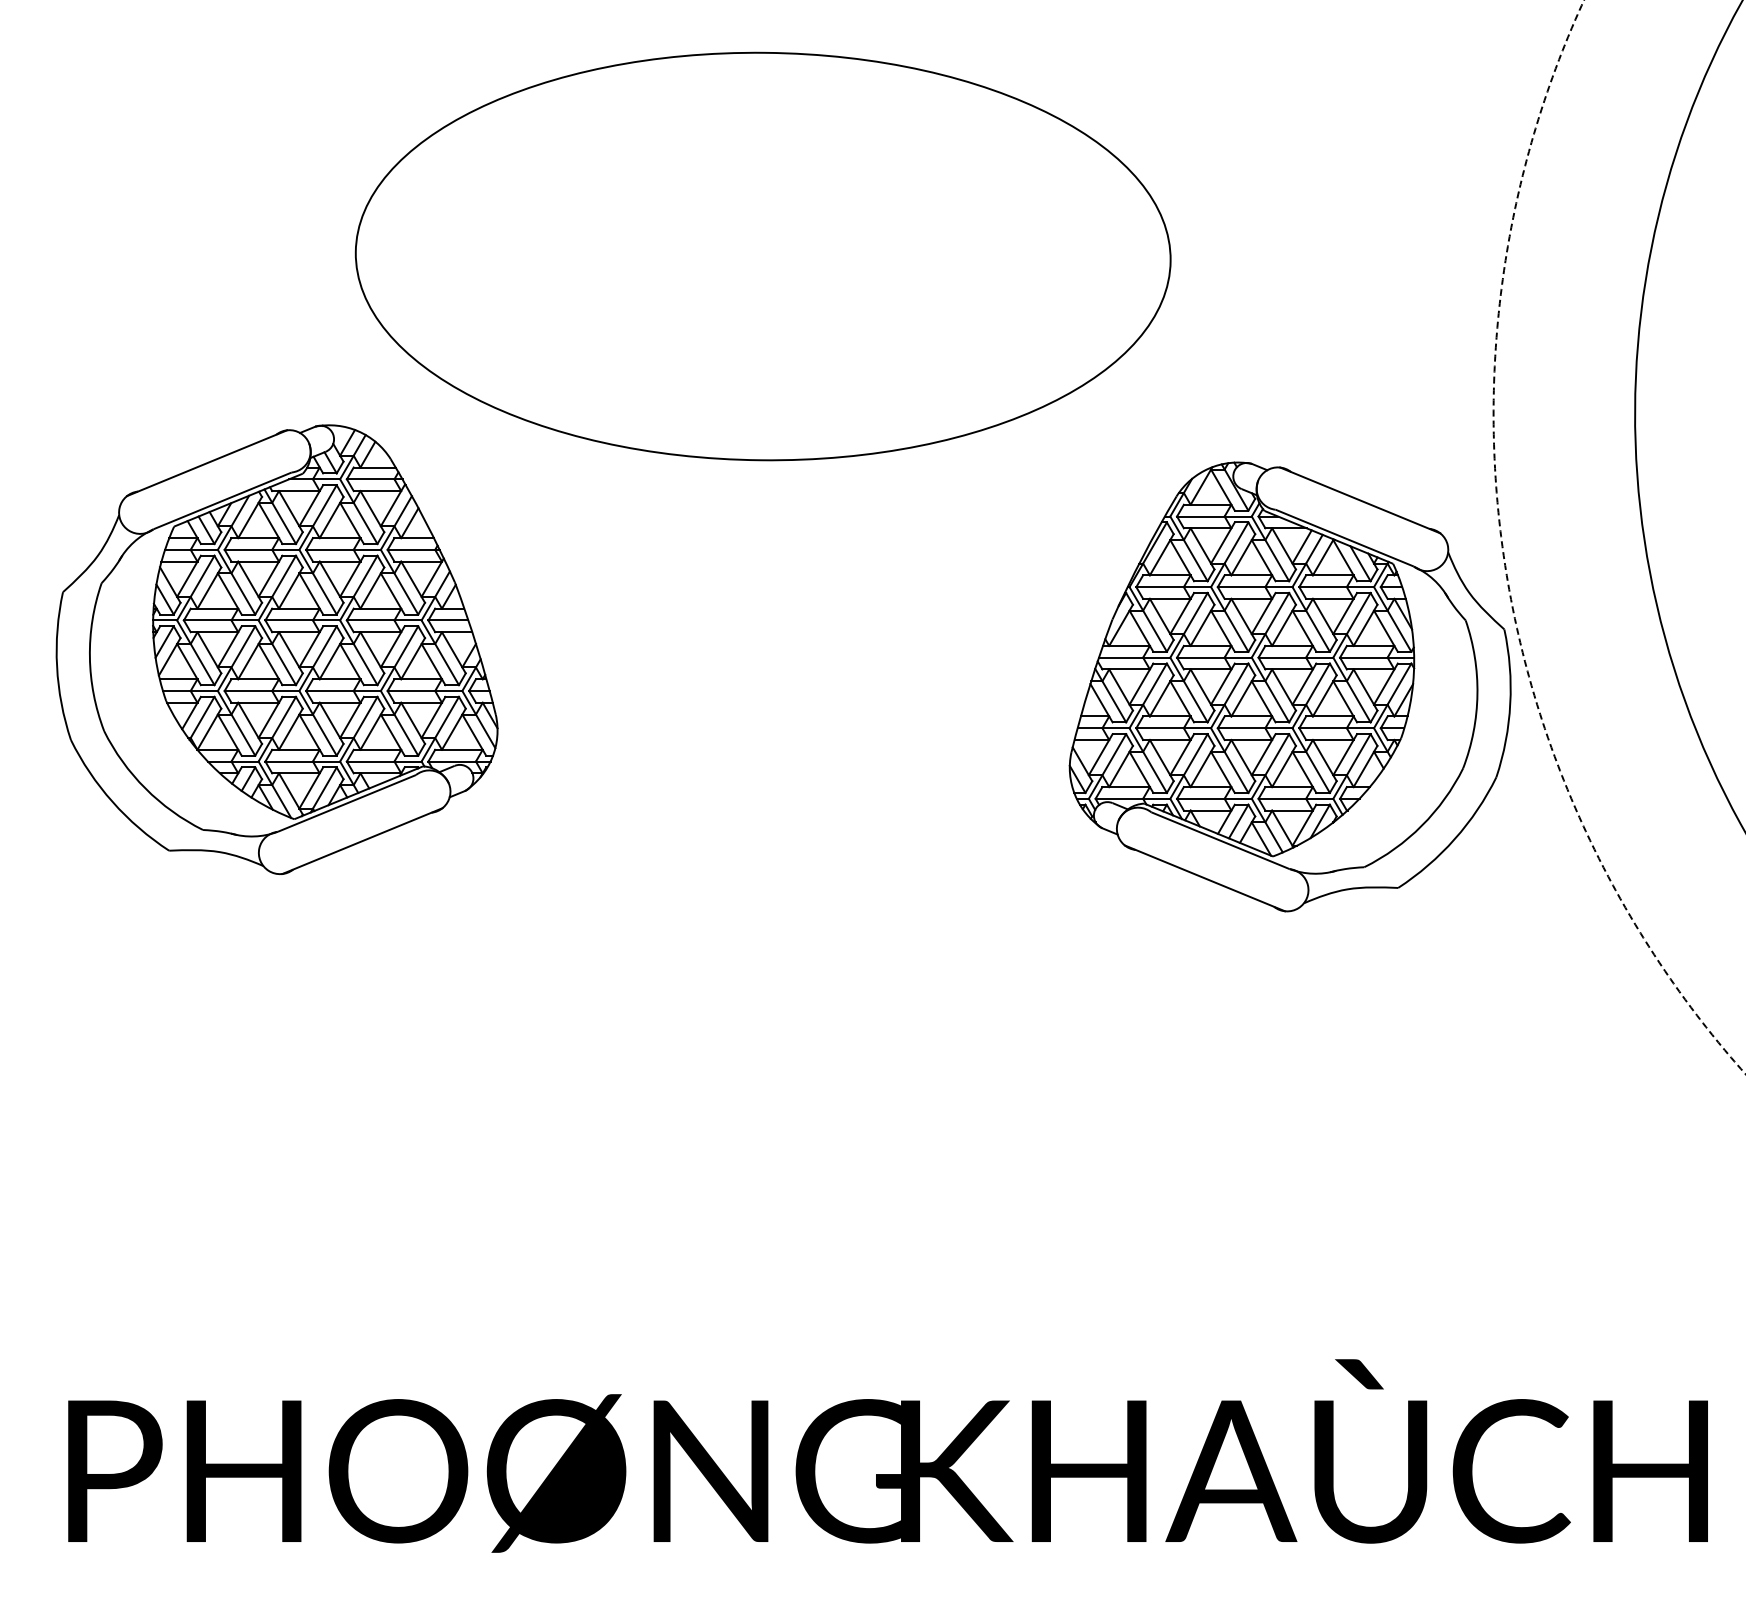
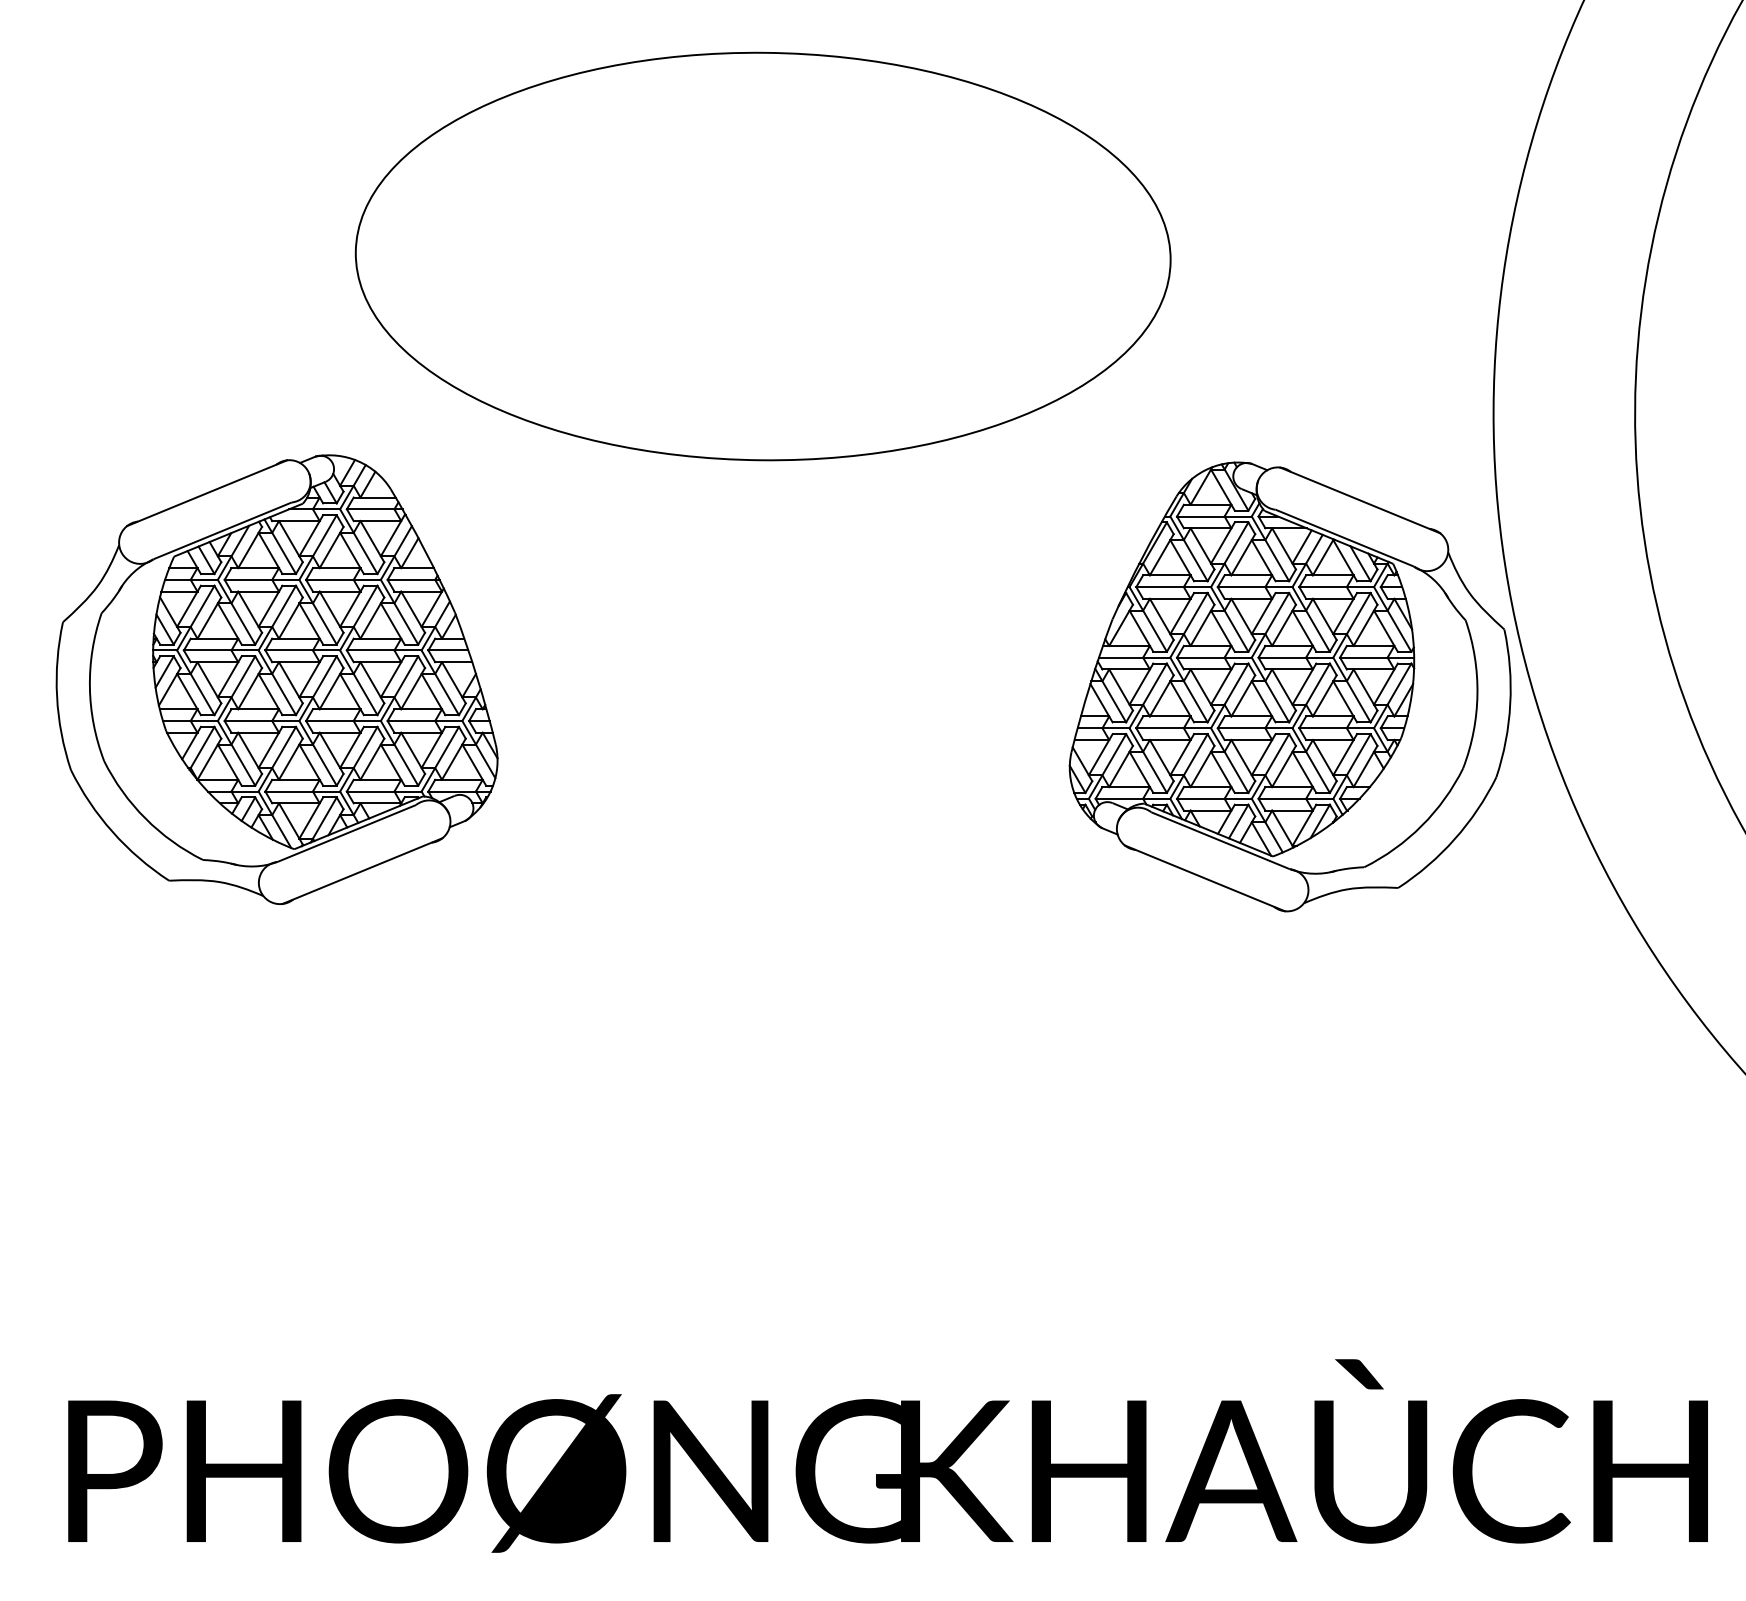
arc at (1504, 558): dashed -> solid
part at (276, 649) position: (276, 649) -> (276, 679)
